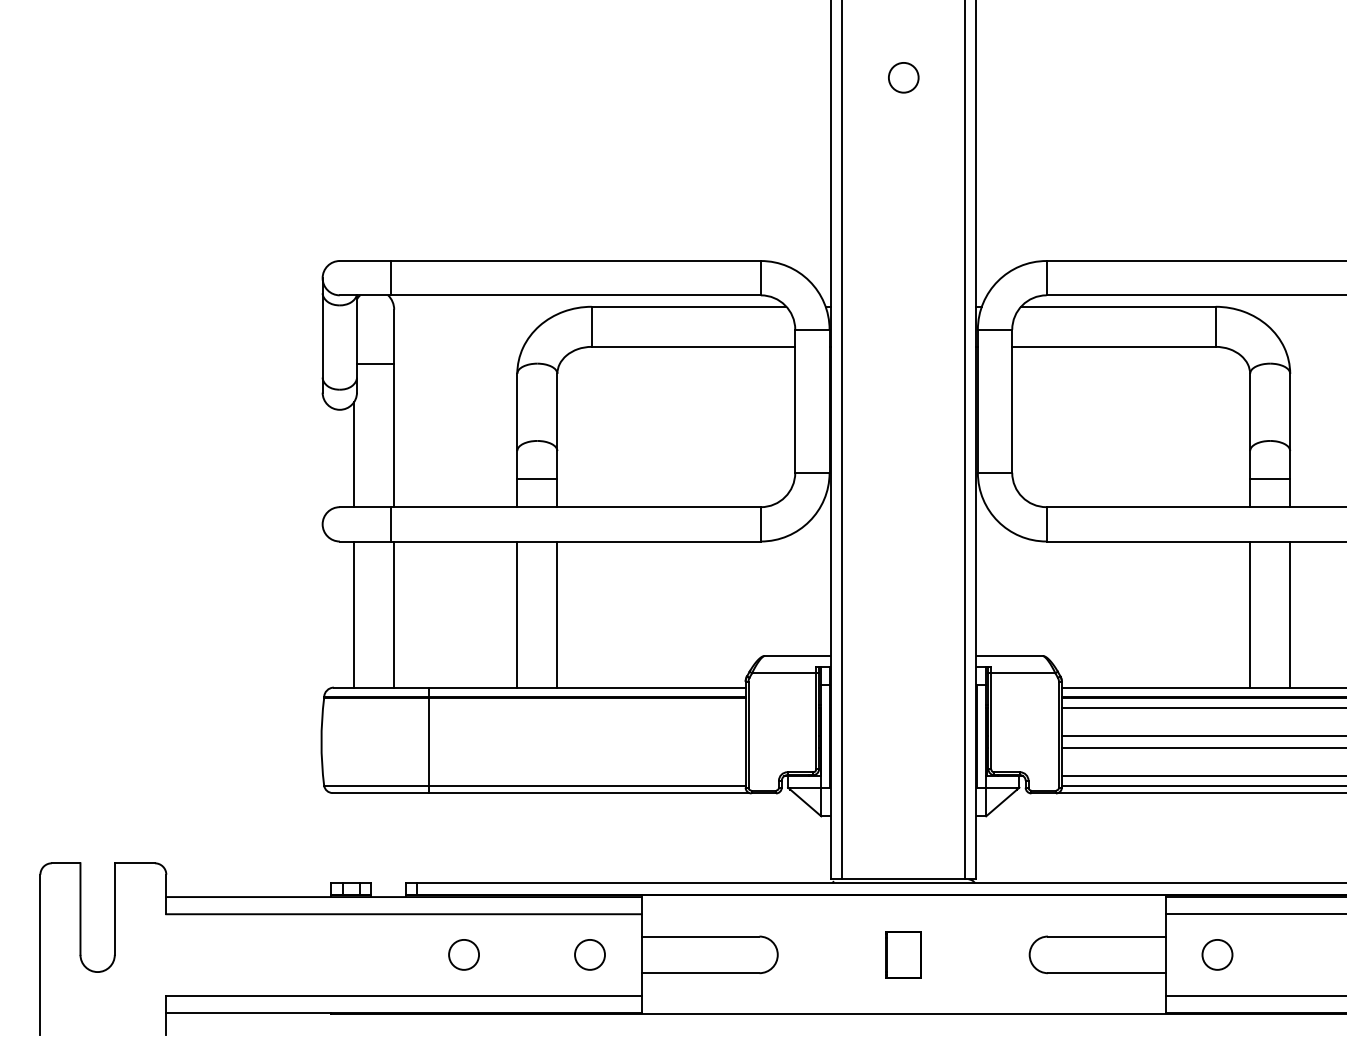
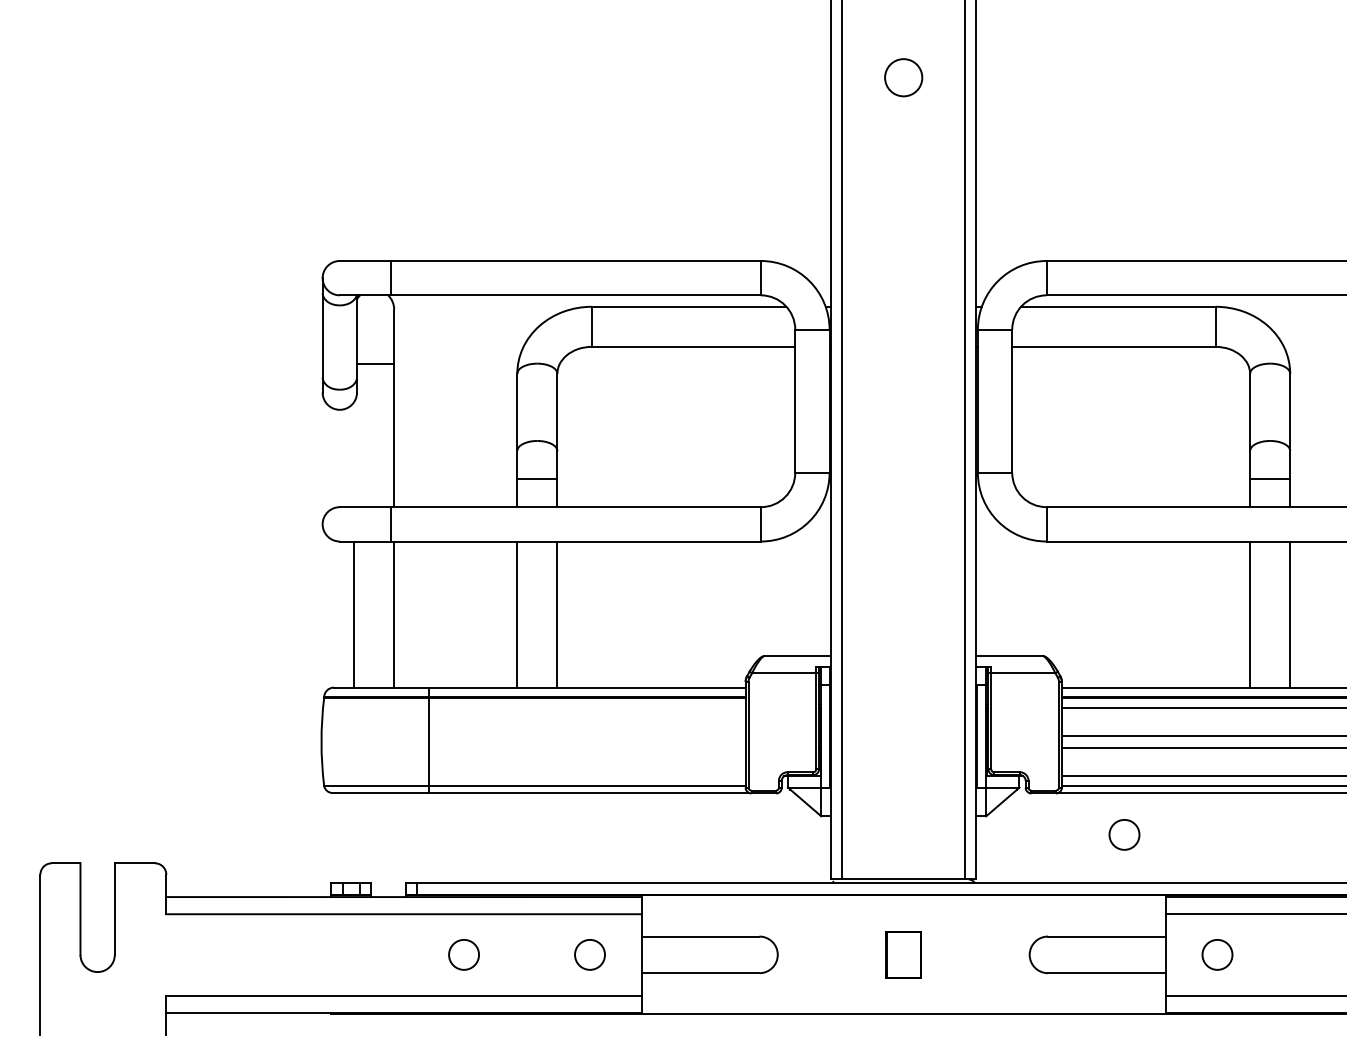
circle at (903, 77) size: 32x32 px -> 40x40 px
line at (354, 454): present -> none
circle at (1124, 834): none -> present
